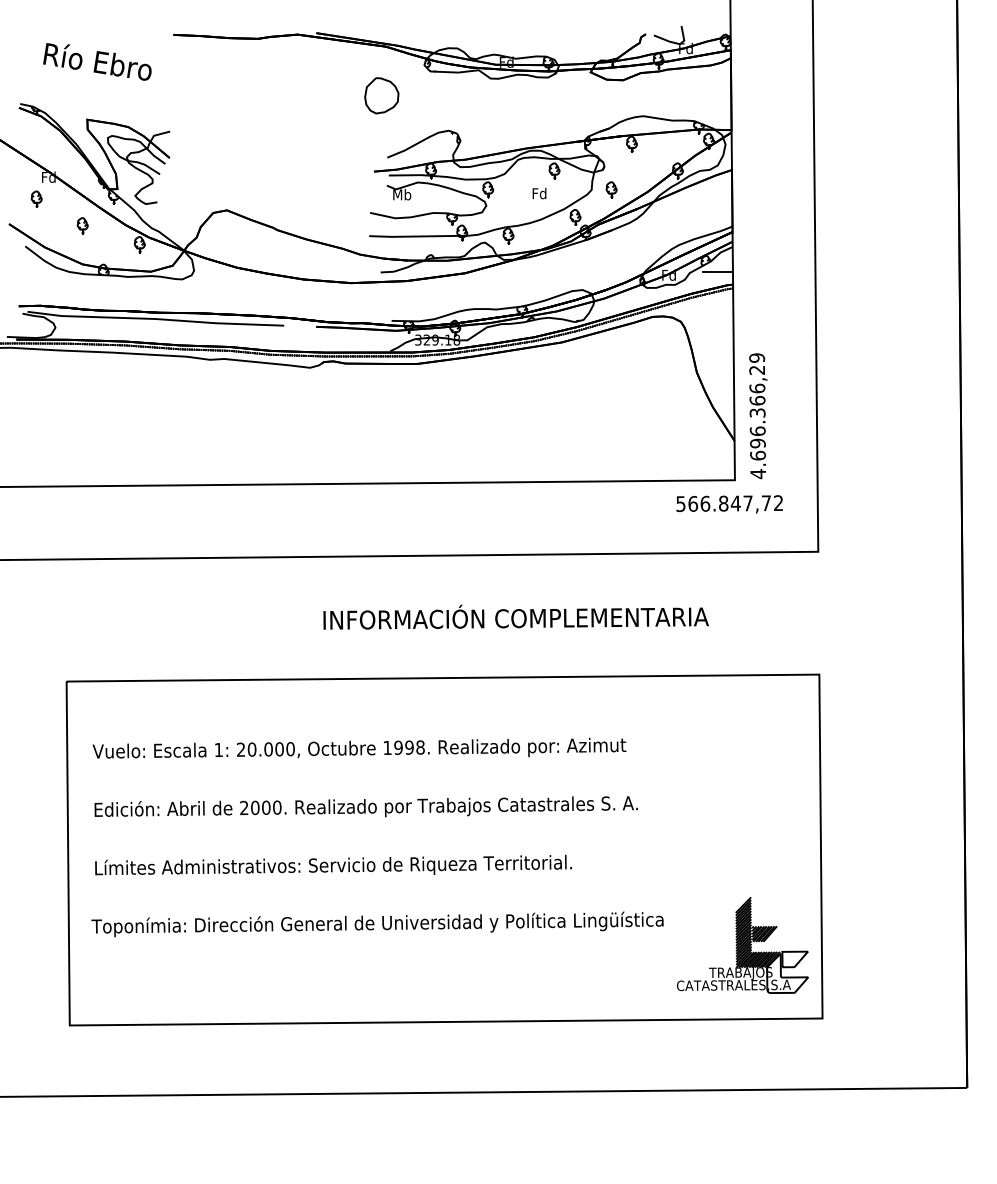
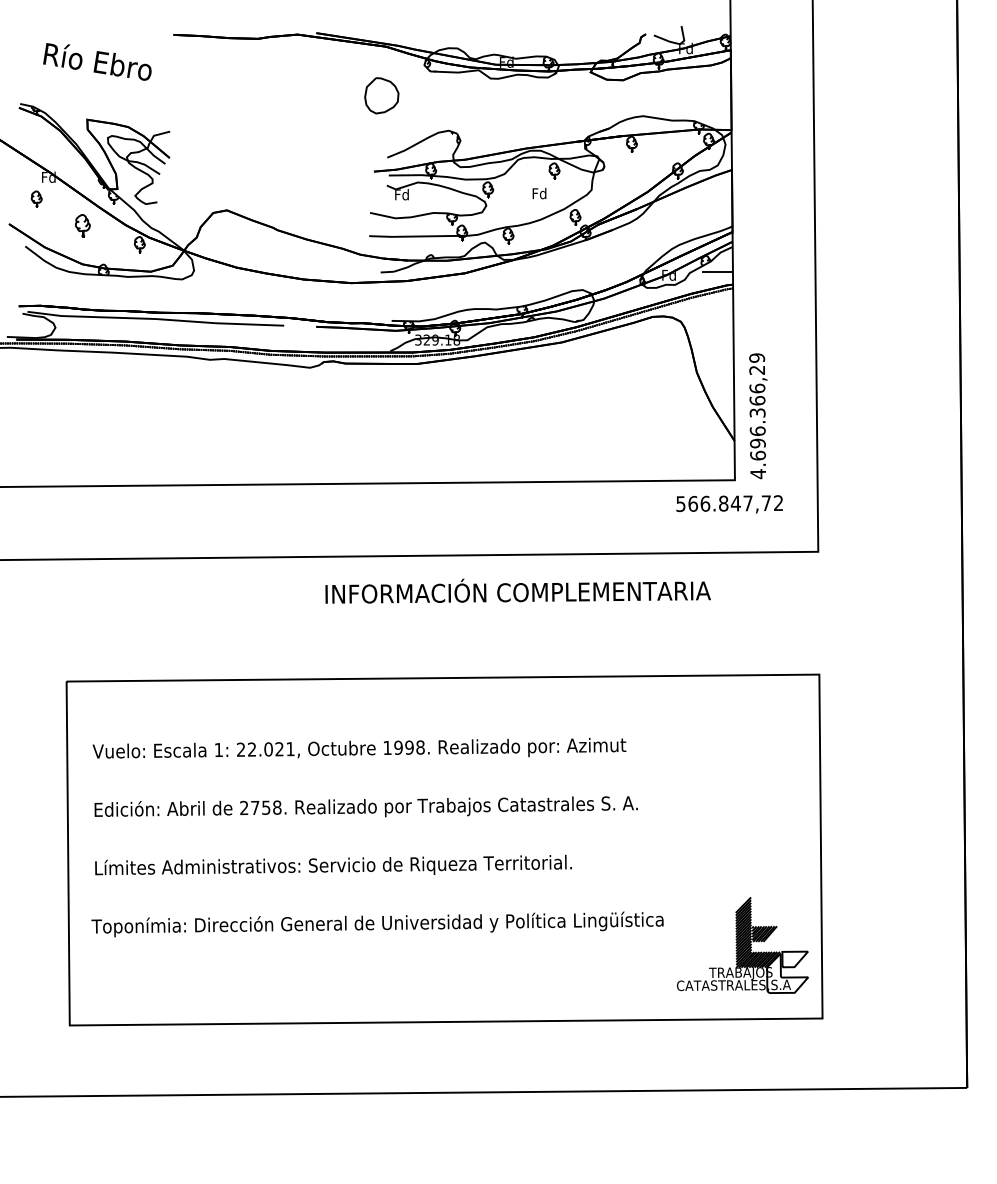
part at (611, 189): present -> none
text at (402, 194): Mb -> Fd
part at (82, 225) size: 13x18 px -> 16x24 px
text at (515, 616) position: (515, 616) -> (517, 590)
text at (270, 749): 20.000, -> 22.021,
text at (266, 807): 2000. -> 2758.
